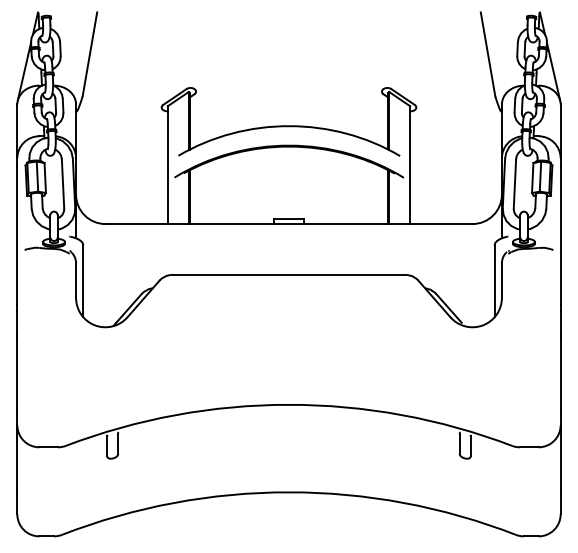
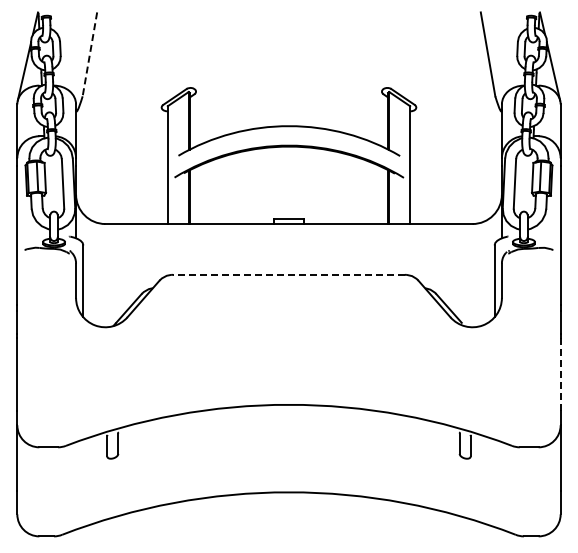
line at (89, 54): solid -> dashed
line at (288, 274): solid -> dashed
line at (560, 374): solid -> dashed
